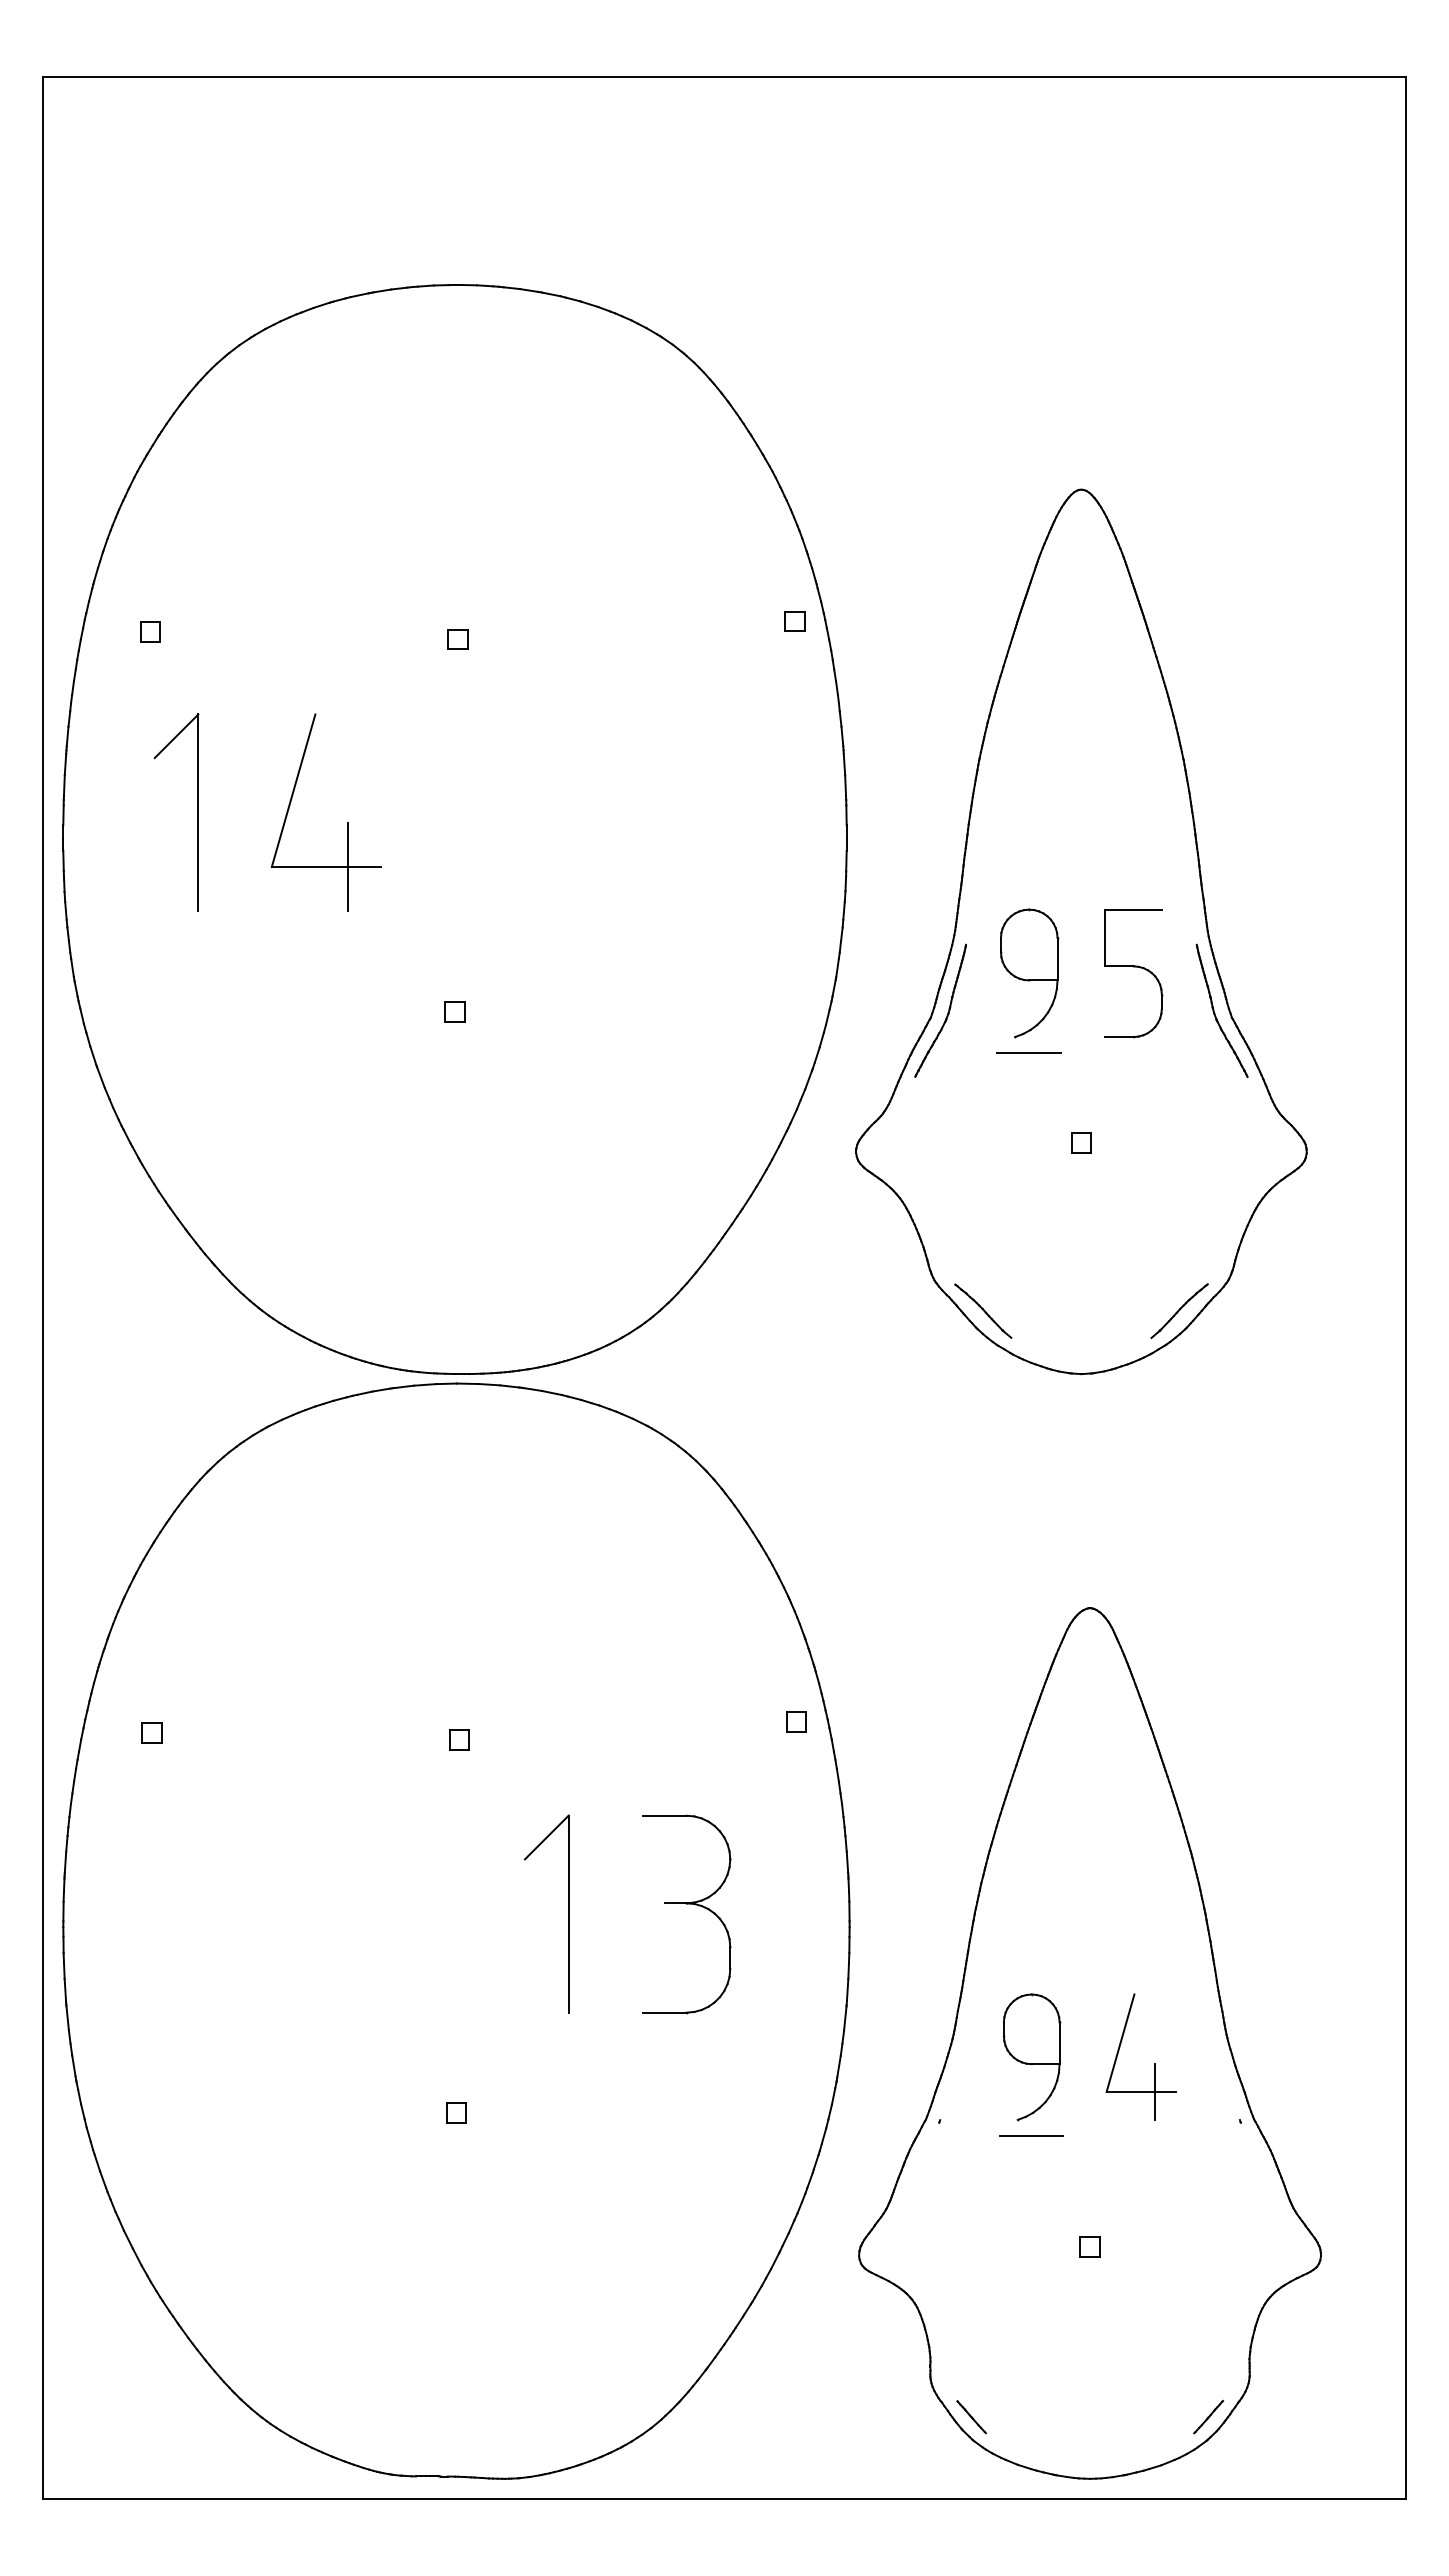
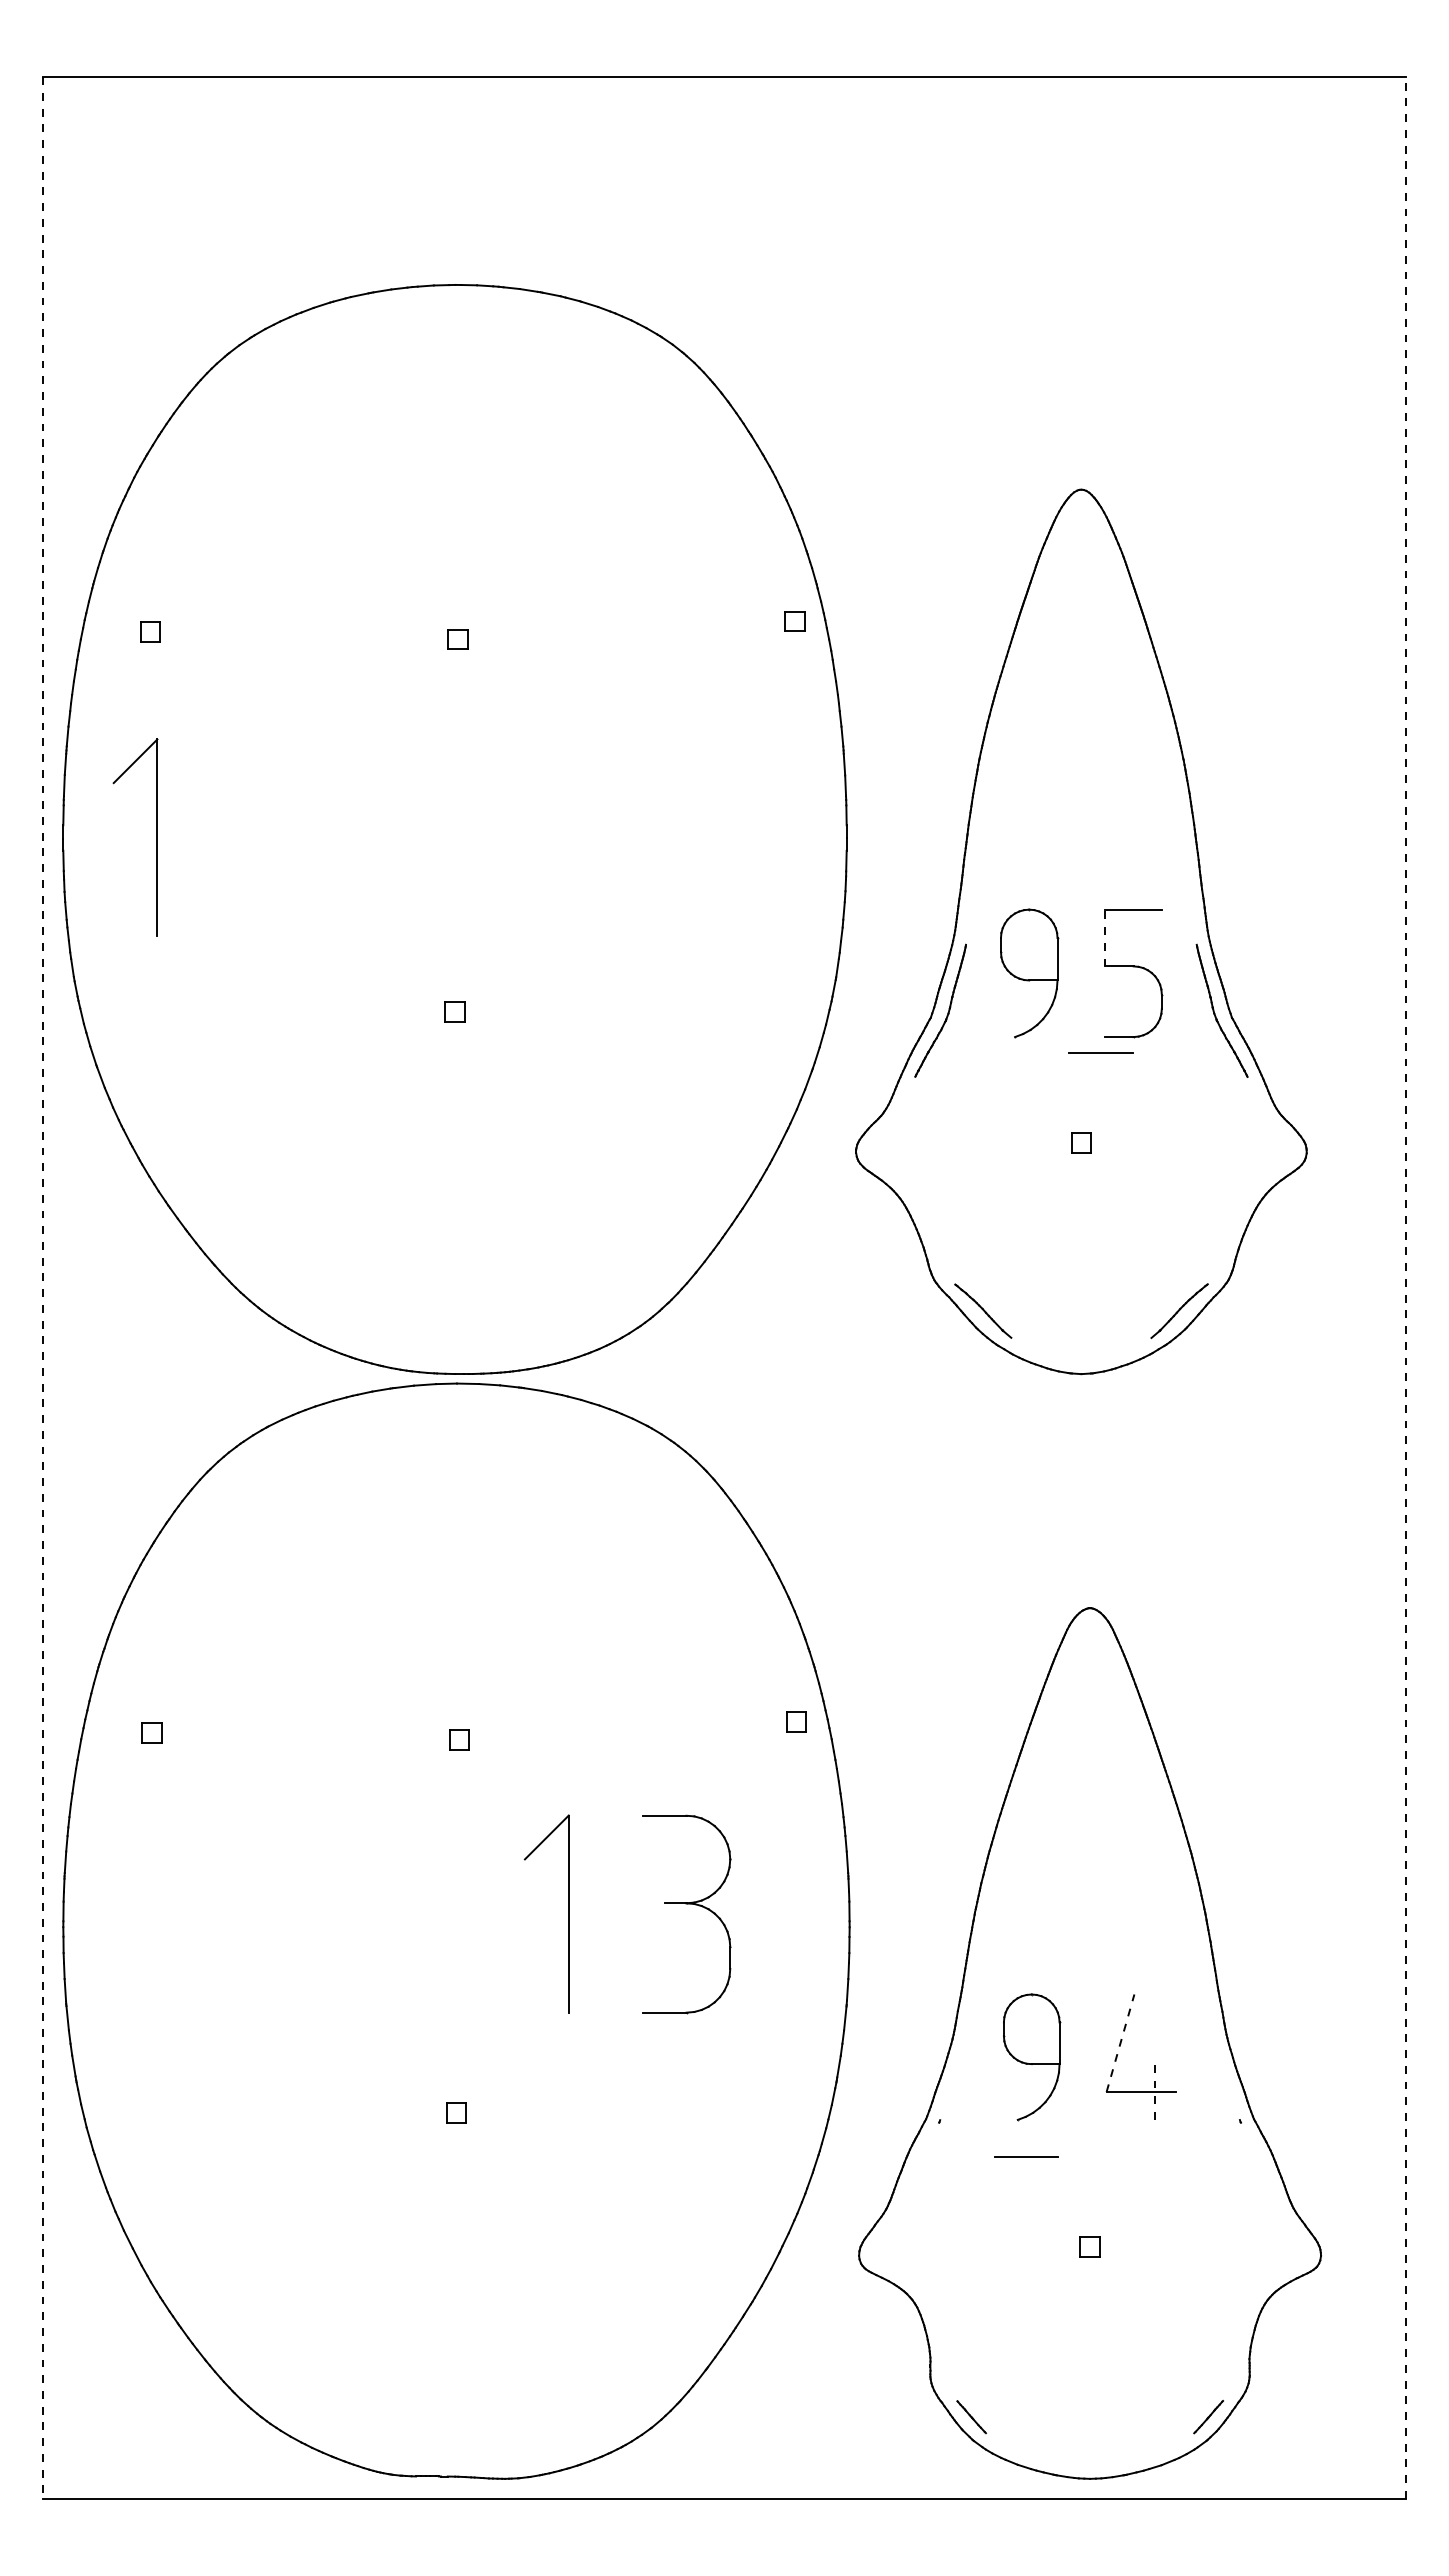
part at (197, 812) position: (197, 812) -> (156, 837)
part at (347, 822): present -> none
line at (1105, 937): solid -> dashed
line at (1028, 1052) position: (1028, 1052) -> (1100, 1052)
line at (43, 1287): solid -> dashed
line at (1405, 1287): solid -> dashed
line at (1120, 2043): solid -> dashed
line at (1155, 2092): solid -> dashed
line at (1031, 2135) position: (1031, 2135) -> (1026, 2156)
